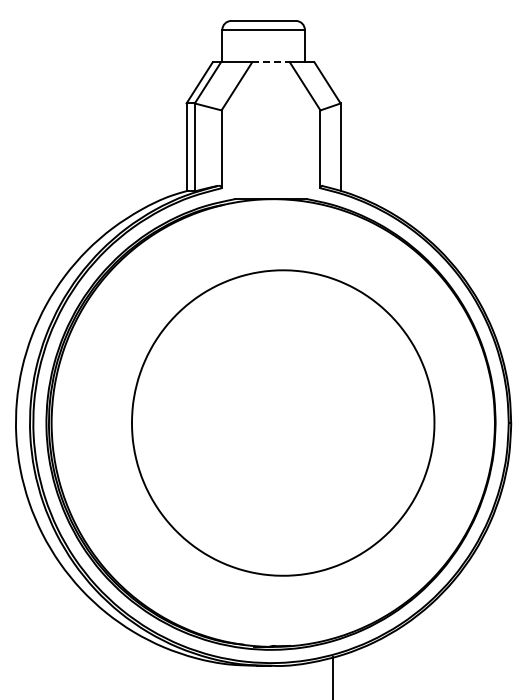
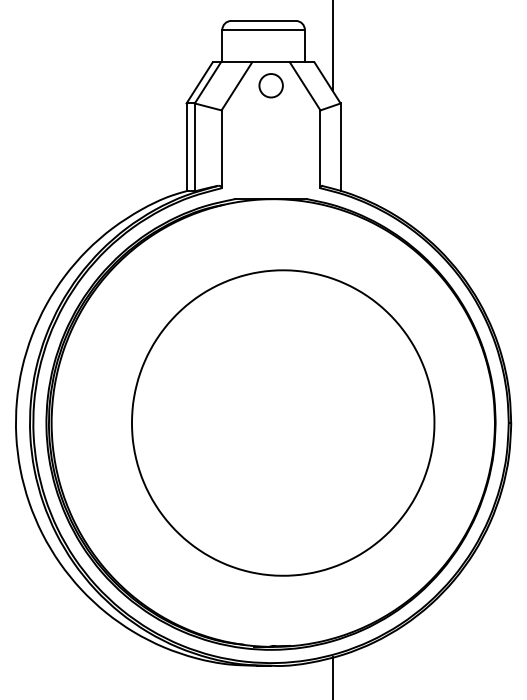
line at (332, 46): none -> present
line at (271, 62): dashed -> solid
circle at (270, 85): none -> present
